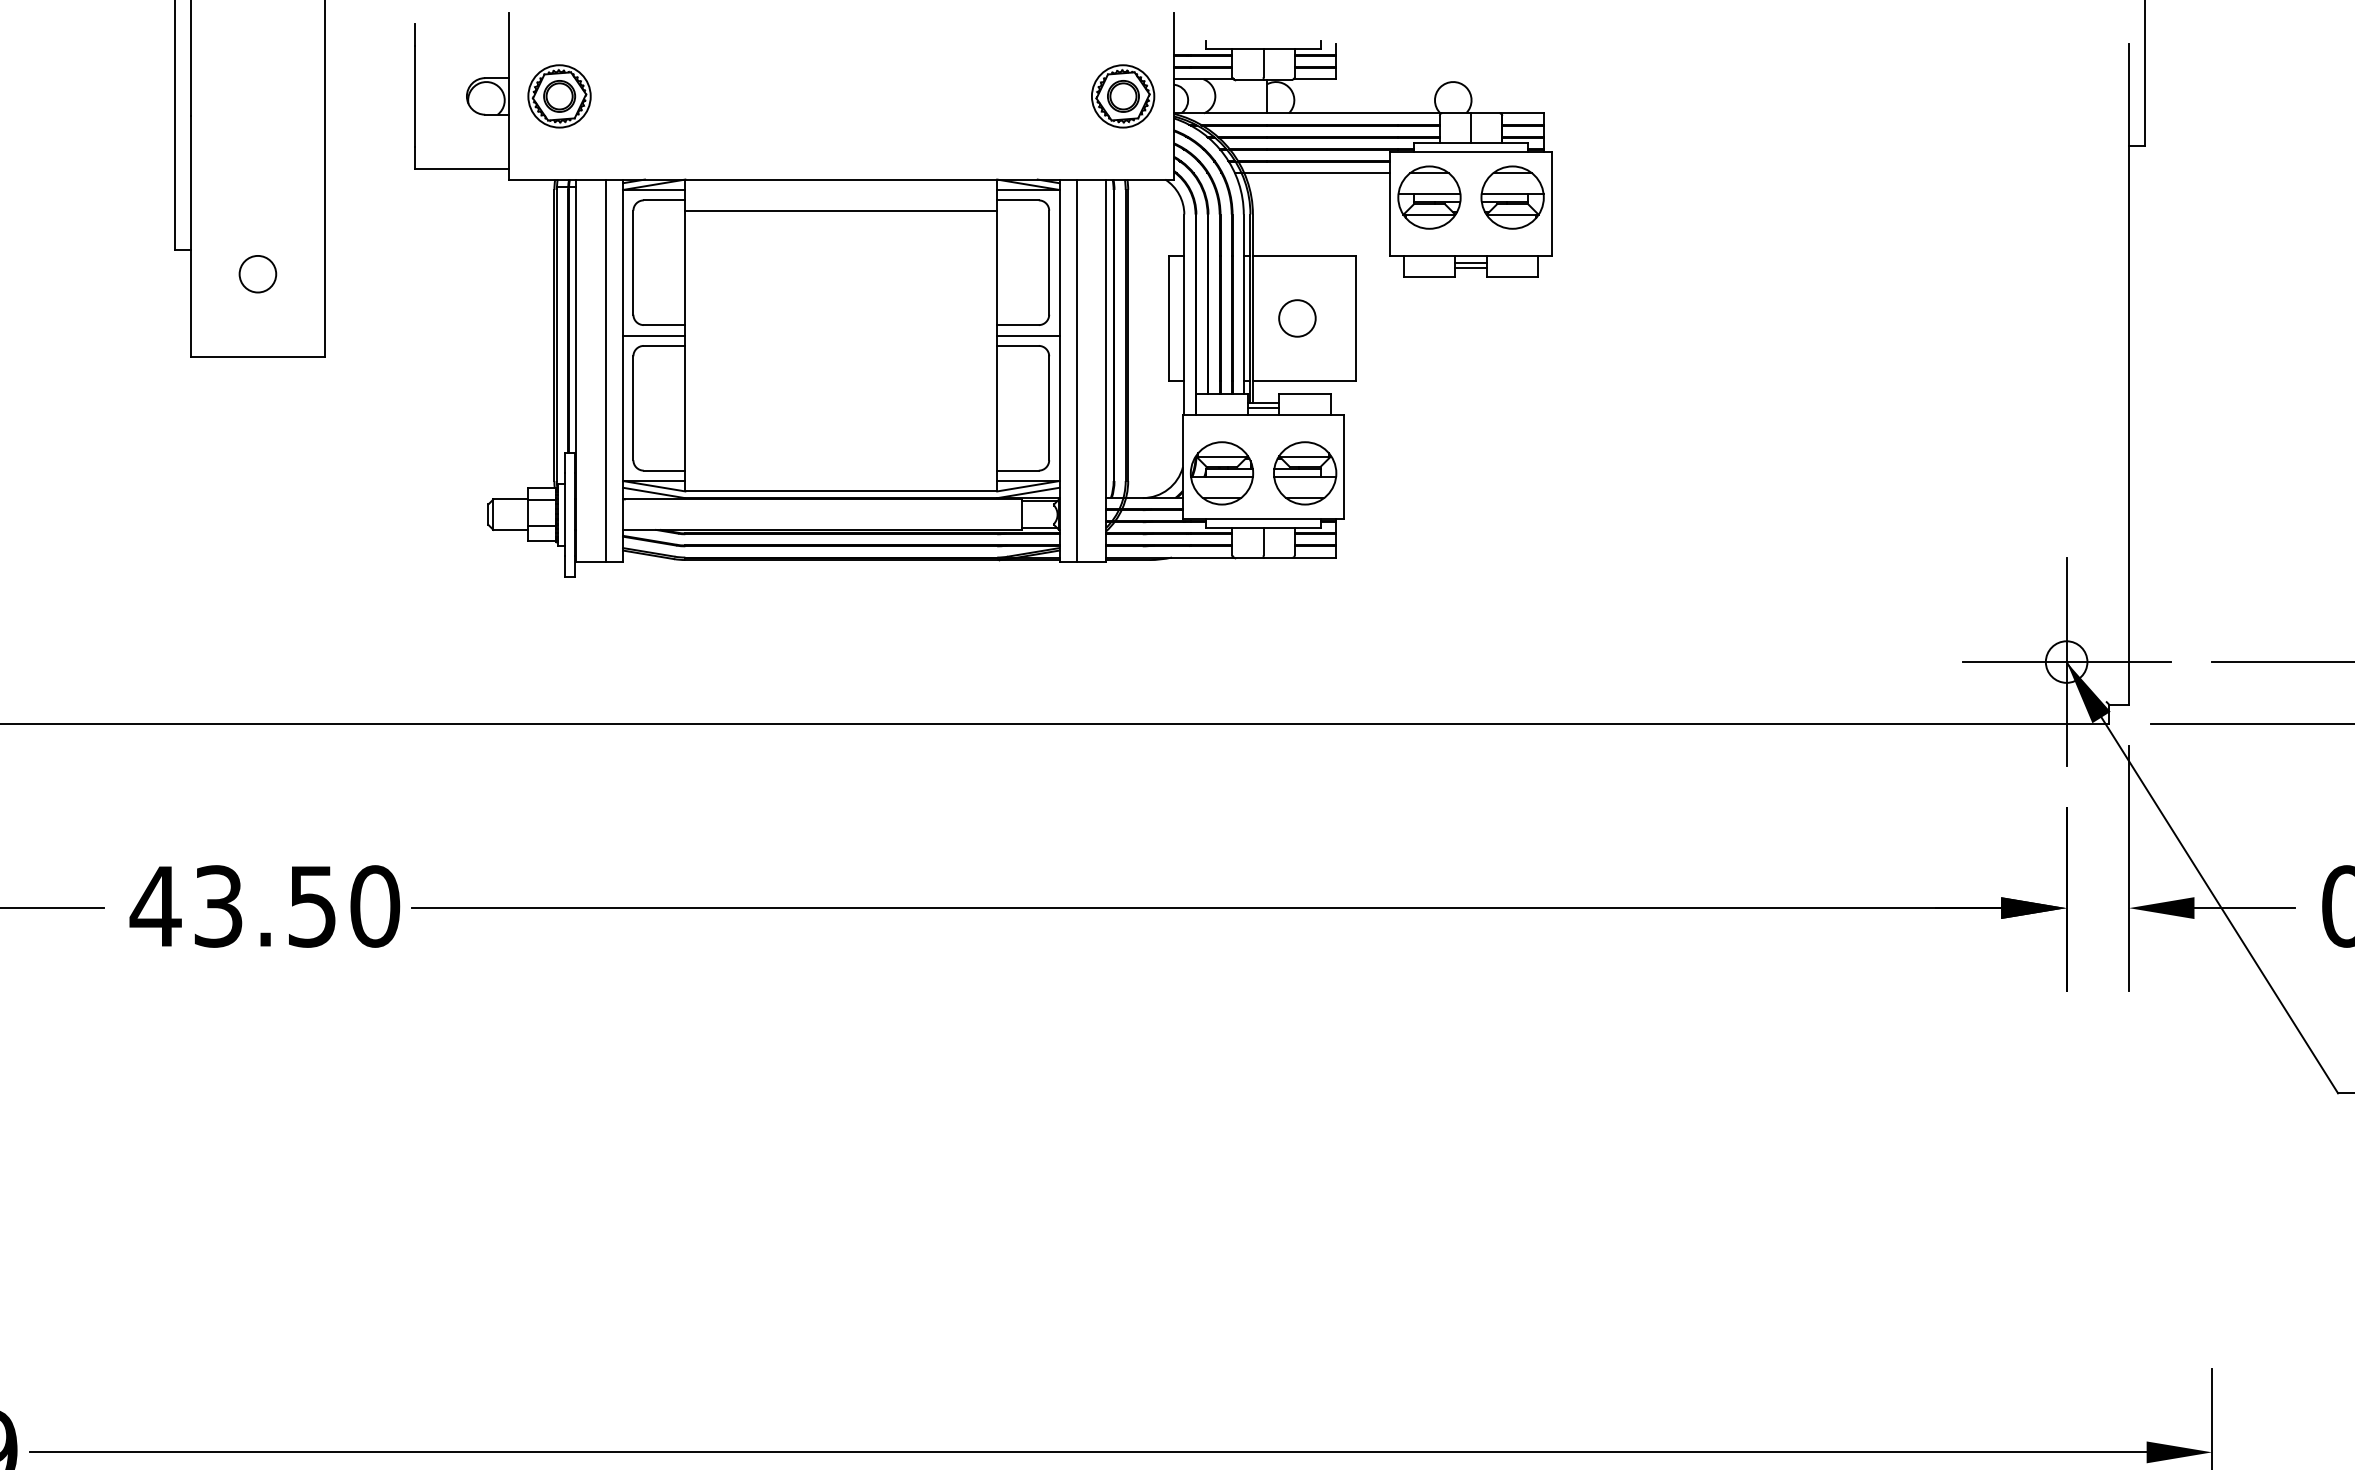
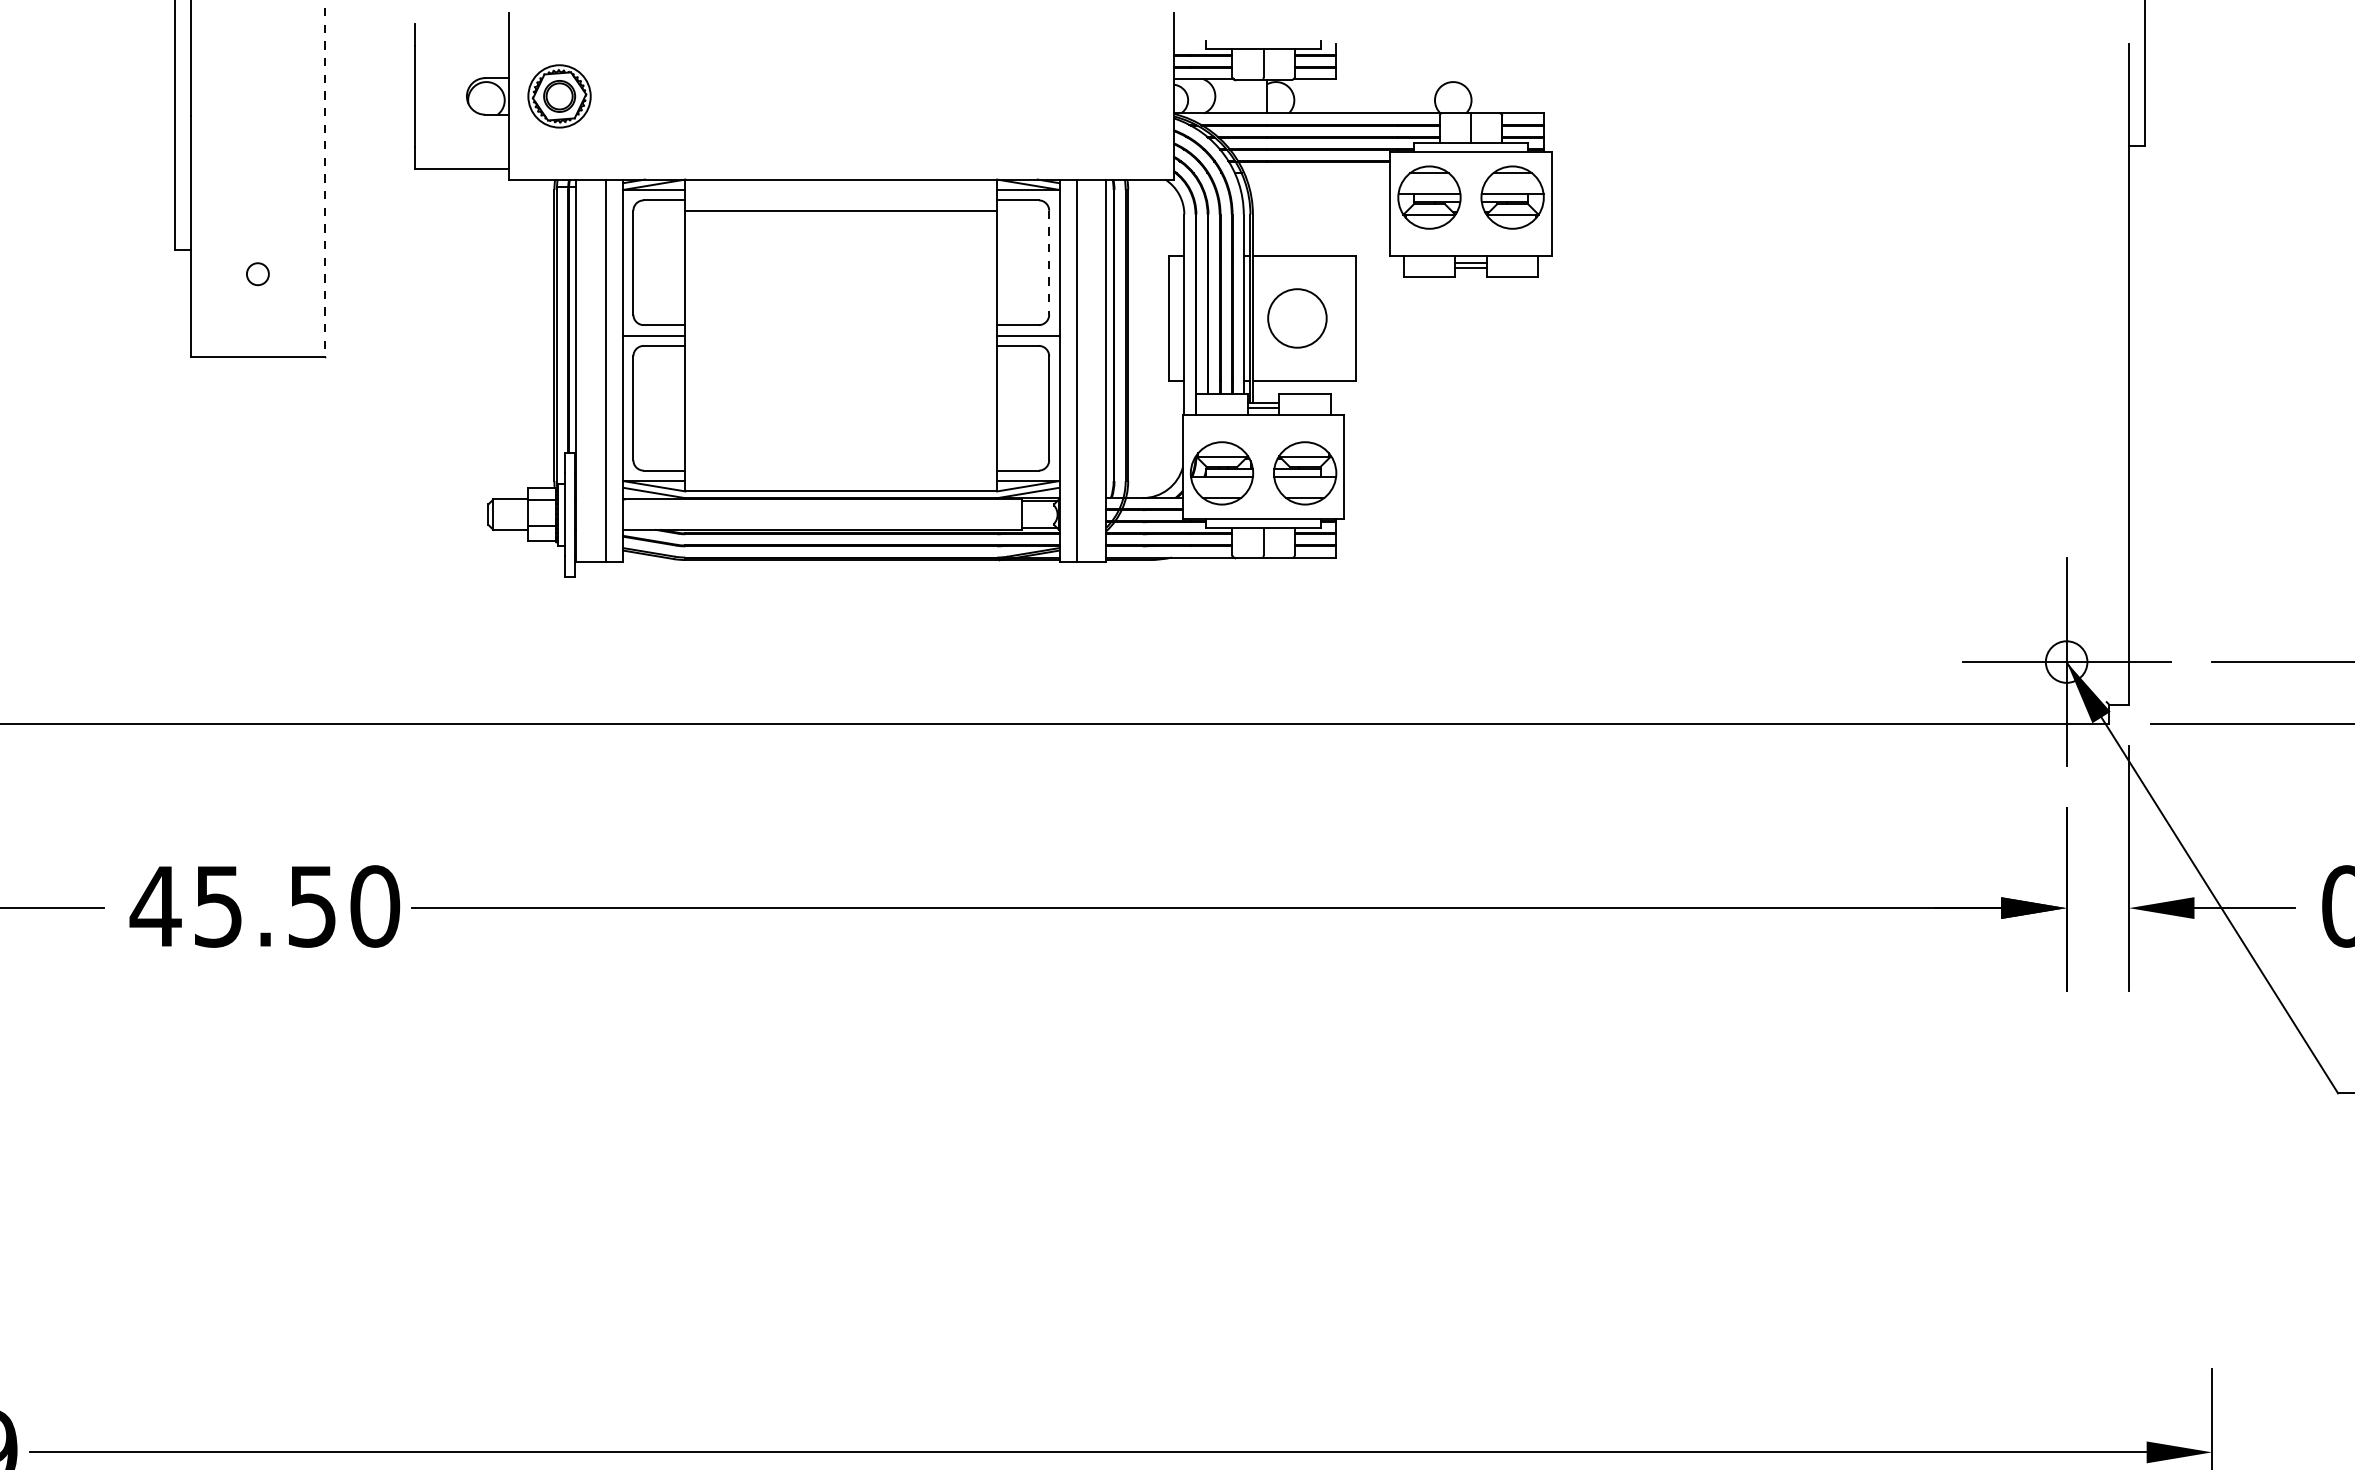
part at (1123, 96): present -> none
line at (1317, 172): present -> none
line at (325, 179): solid -> dashed
line at (1049, 262): solid -> dashed
circle at (257, 273) diameter: 37 px -> 22 px
circle at (1297, 318) diameter: 37 px -> 59 px
text at (218, 906): 43.50 -> 45.50
